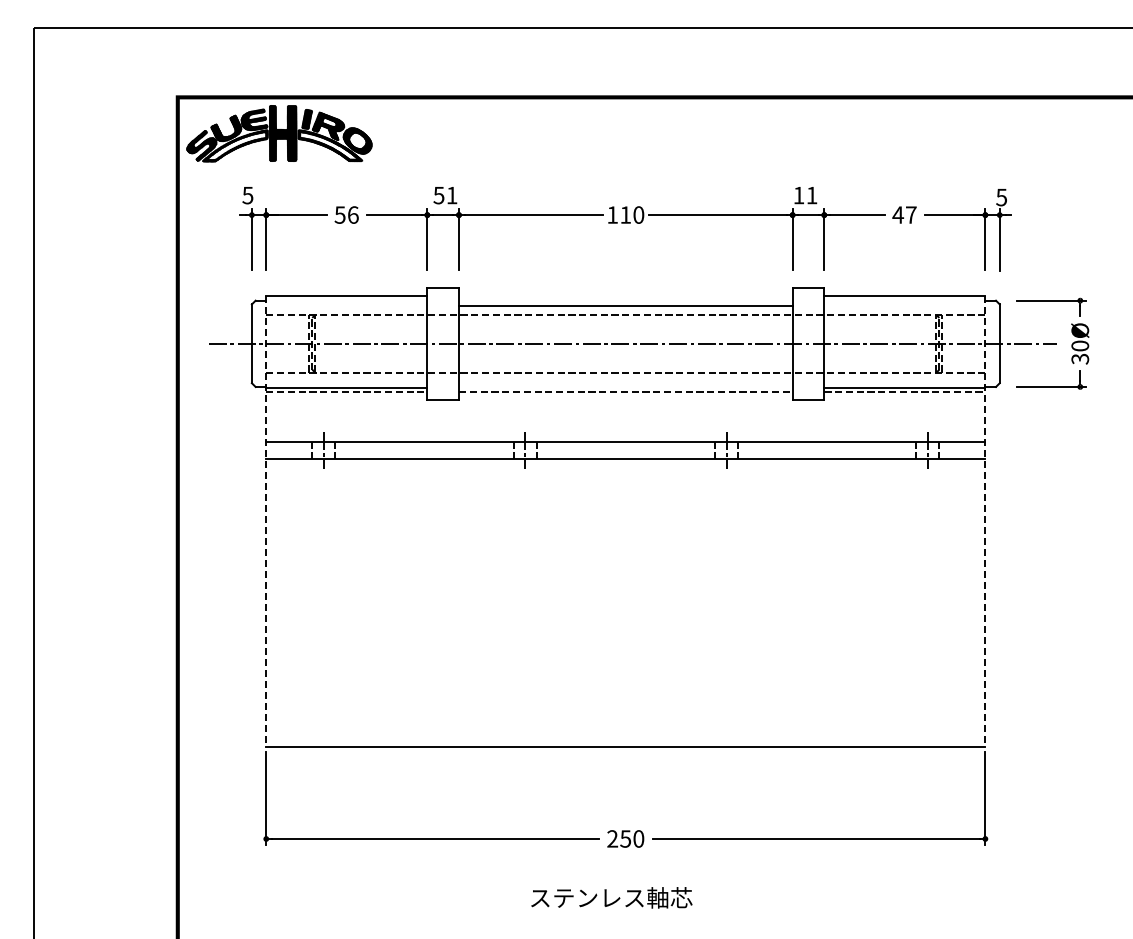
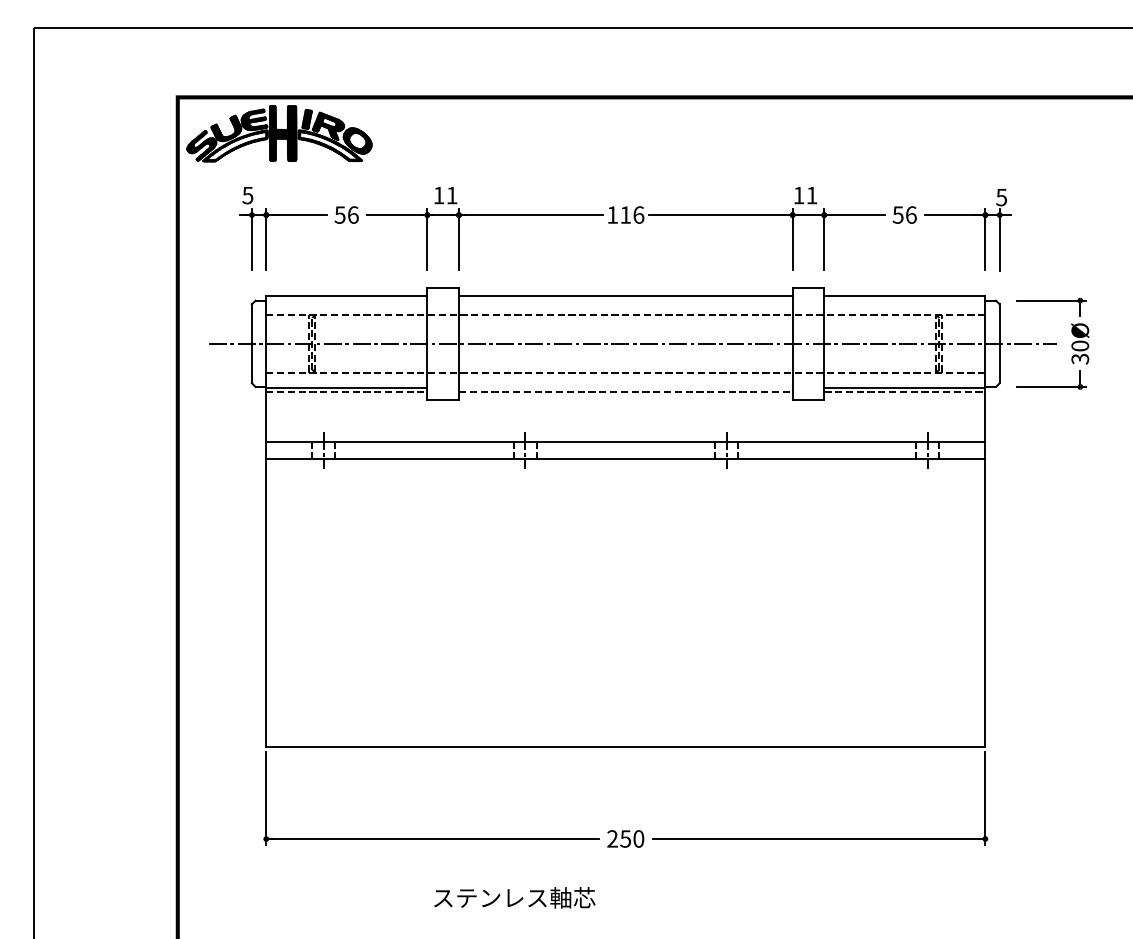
text at (438, 195): 51 -> 11
text at (638, 214): 110 -> 116
text at (904, 214): 47 -> 56
line at (625, 305) position: (625, 305) -> (625, 295)
line at (266, 521): dashed -> solid
line at (985, 521): dashed -> solid
text at (611, 897) position: (611, 897) -> (514, 897)
